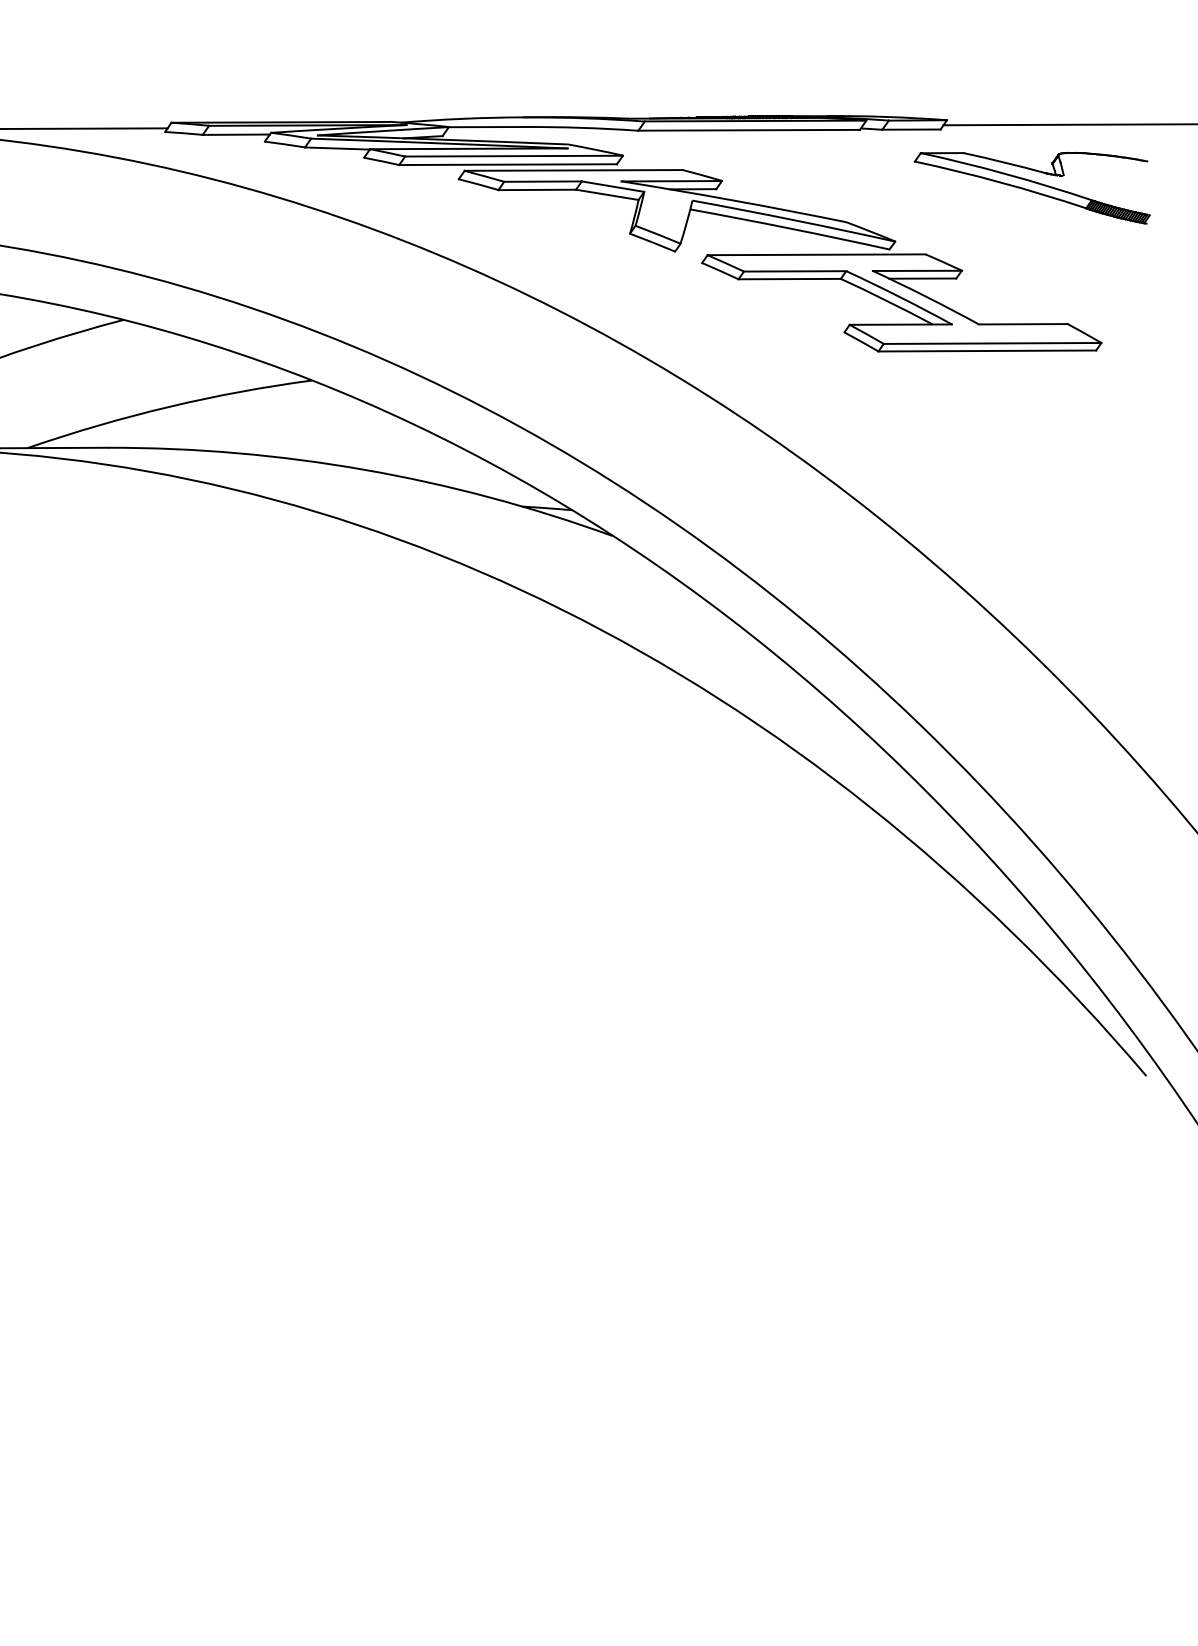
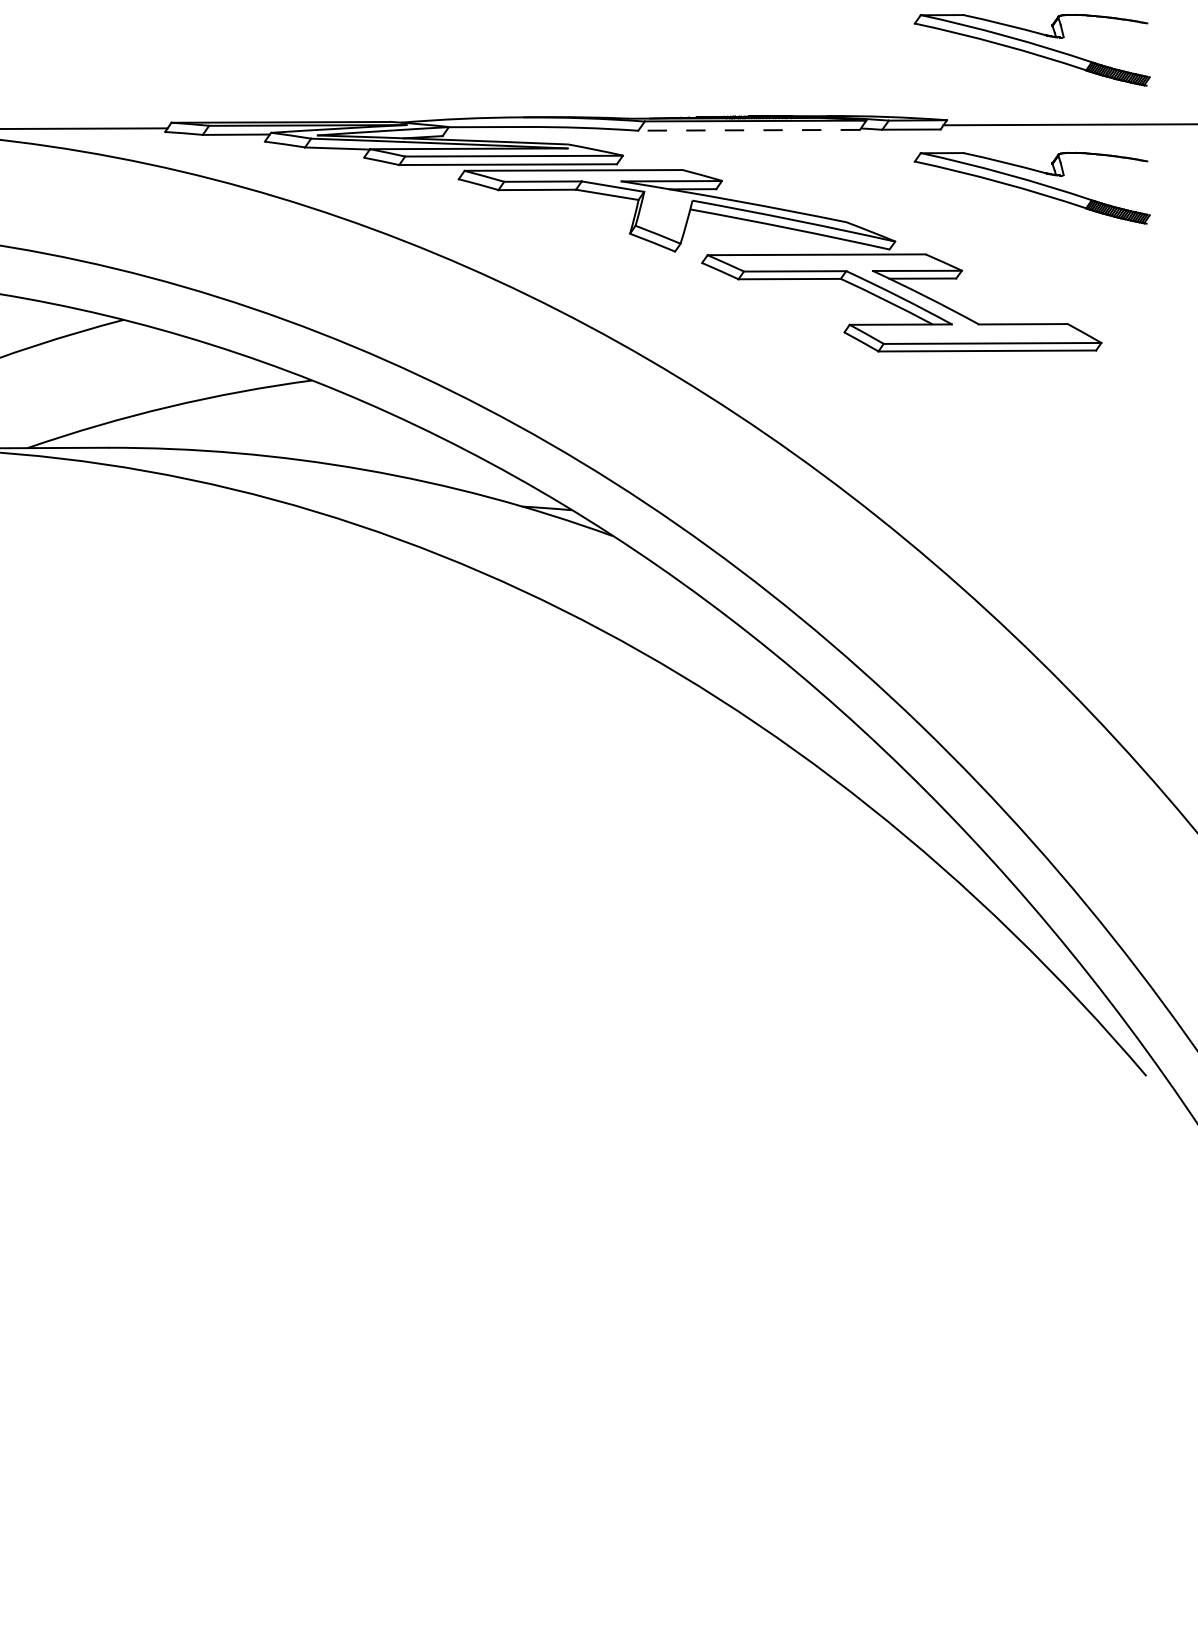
part at (1031, 50): none -> present
line at (749, 130): solid -> dashed
